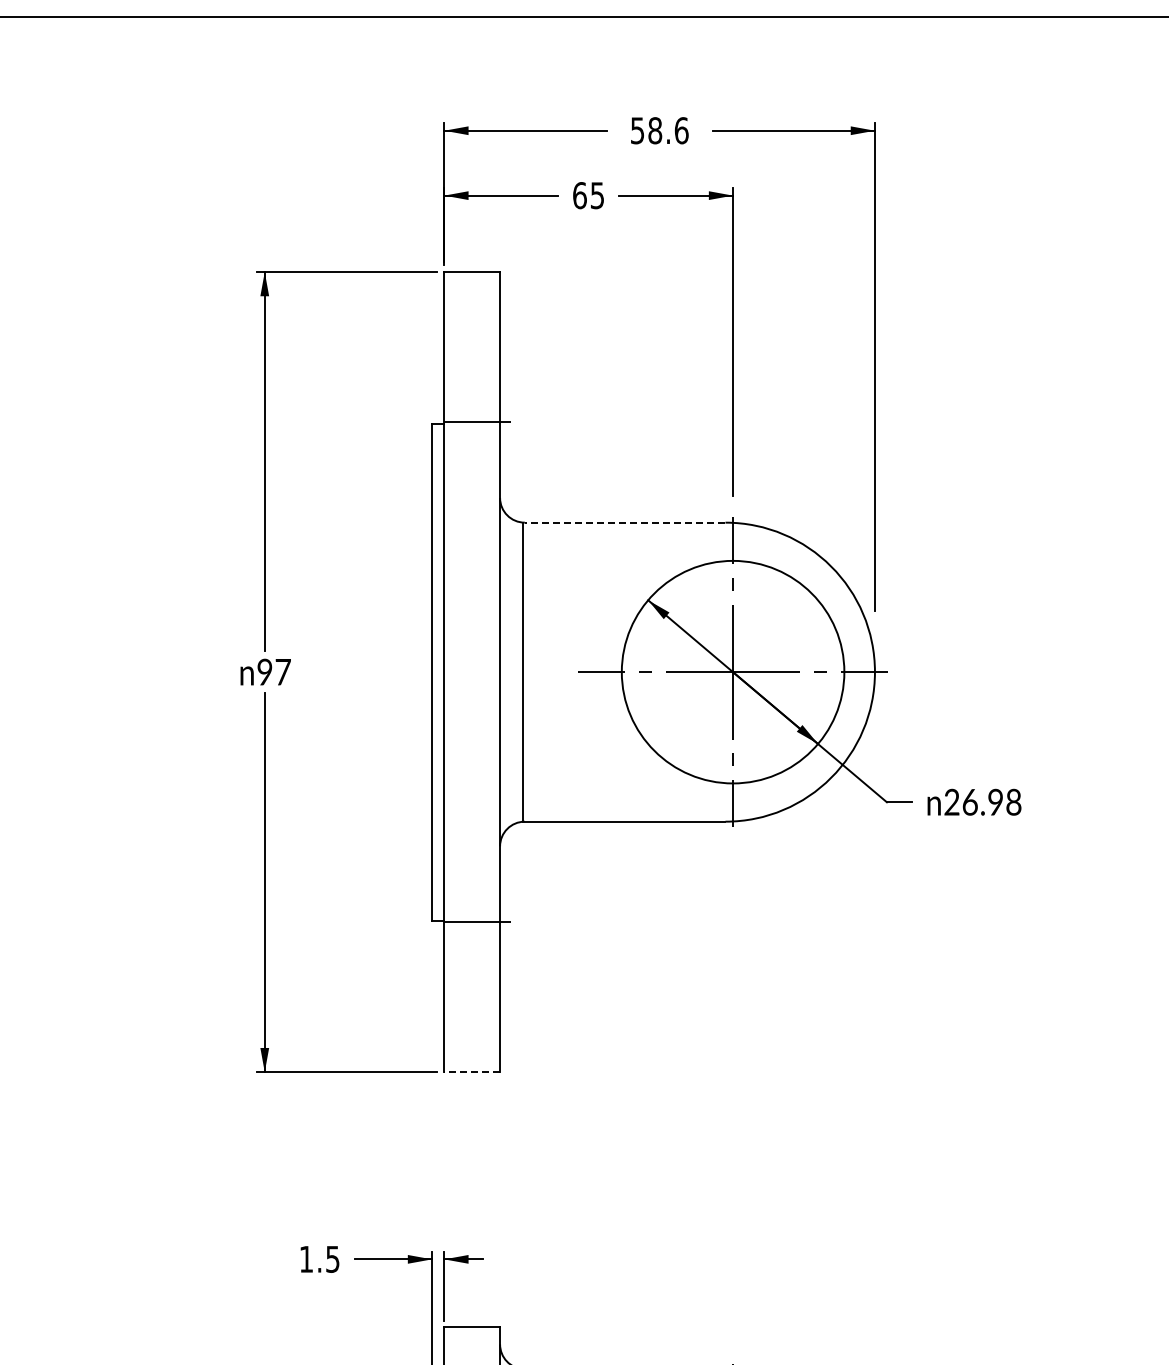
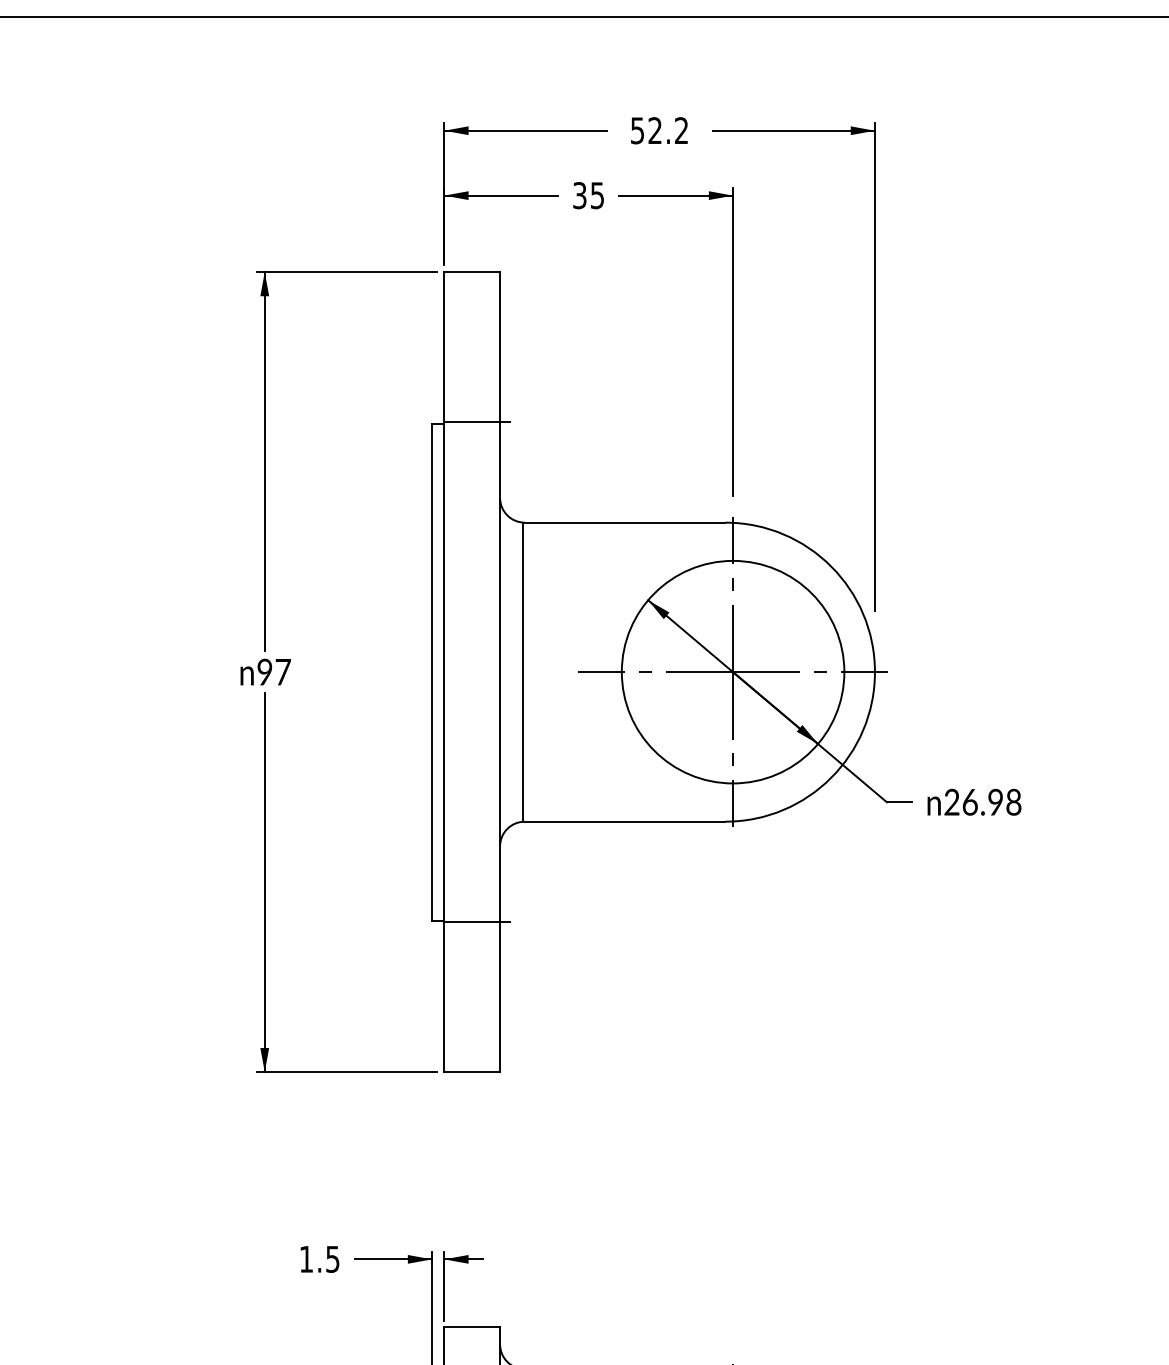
text at (668, 130): 58.6 -> 52.2
text at (579, 195): 65 -> 35
line at (624, 522): dashed -> solid
line at (472, 1072): dashed -> solid
